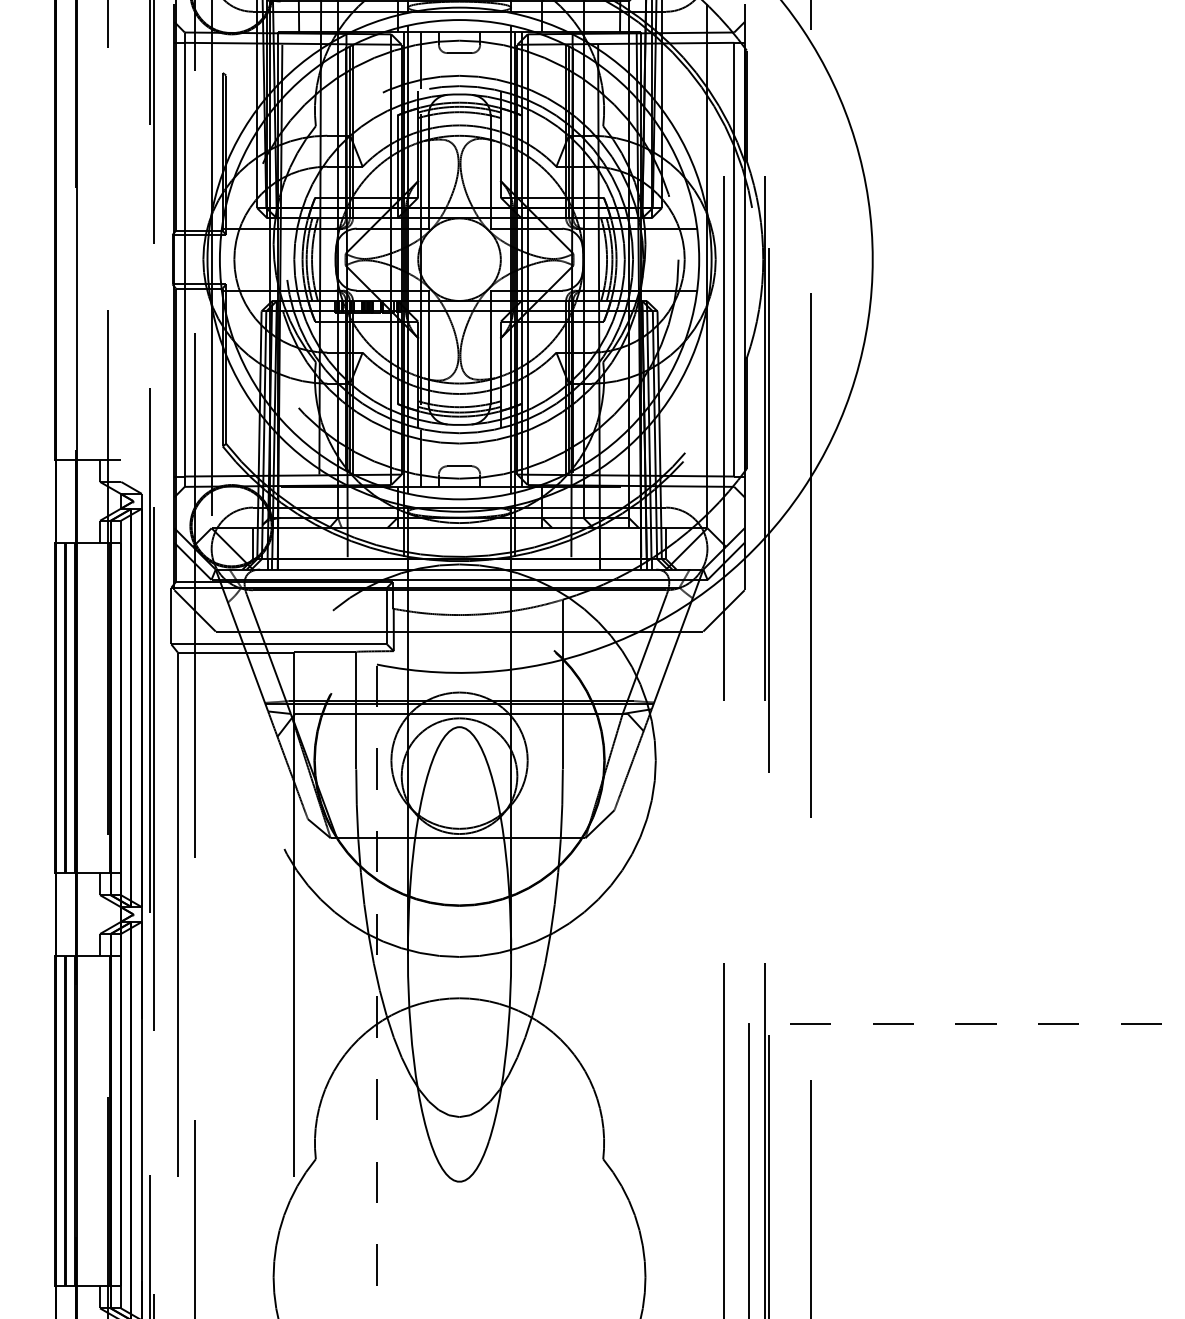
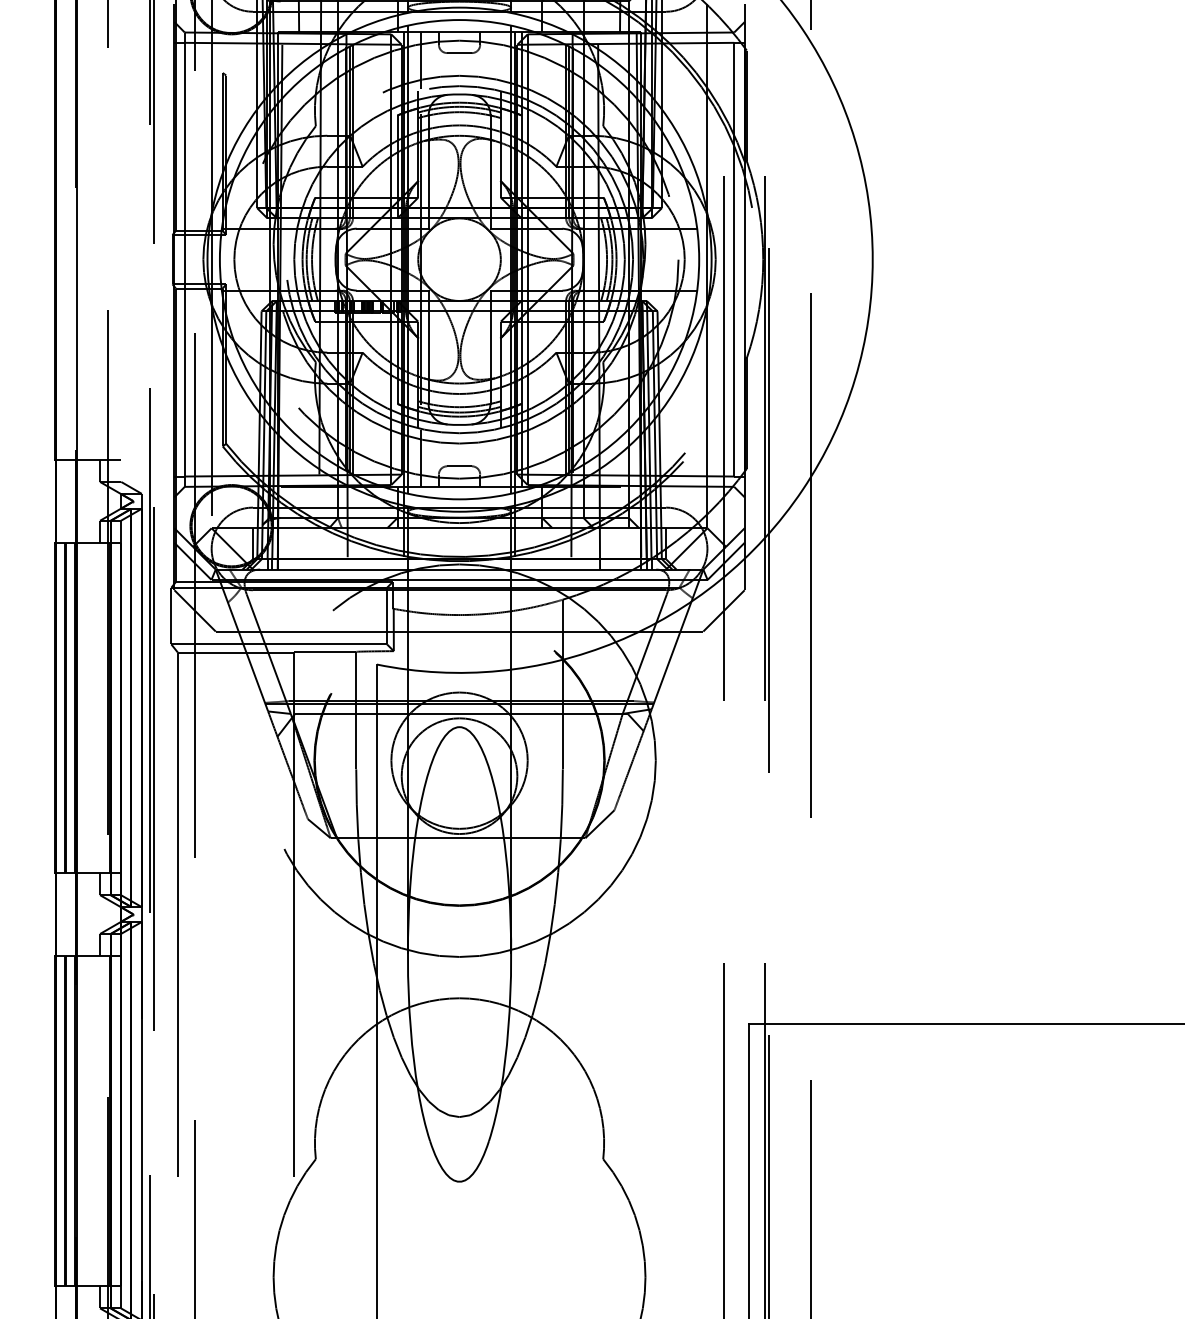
line at (376, 990): dashed -> solid
line at (966, 1024): dashed -> solid
